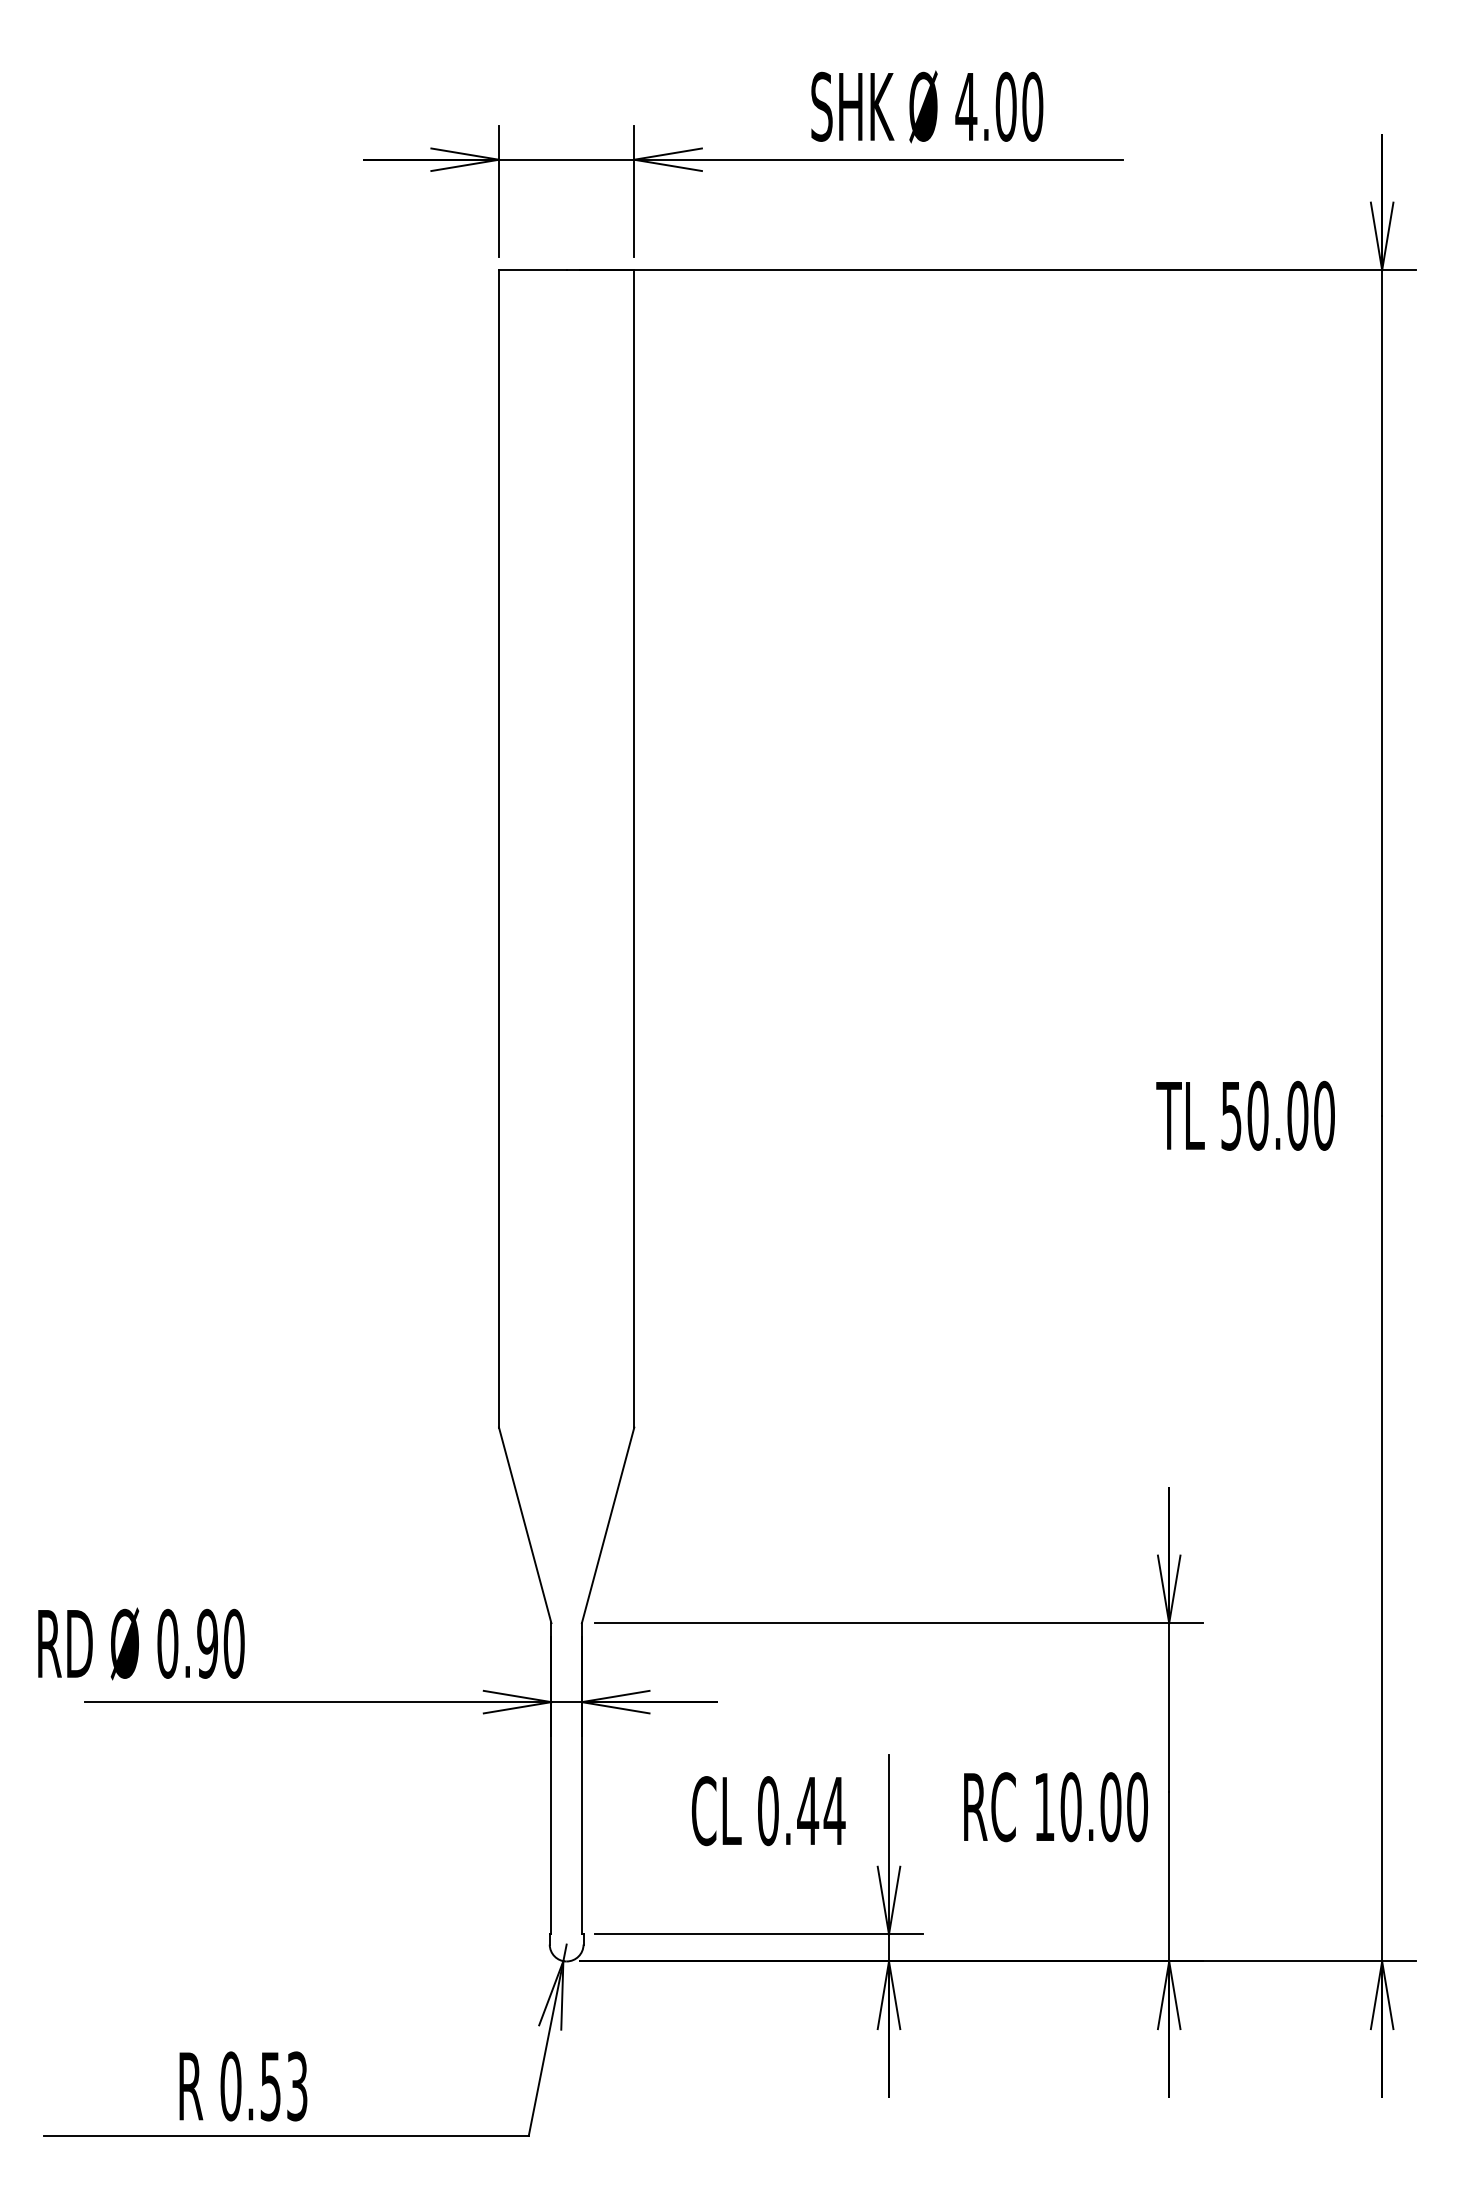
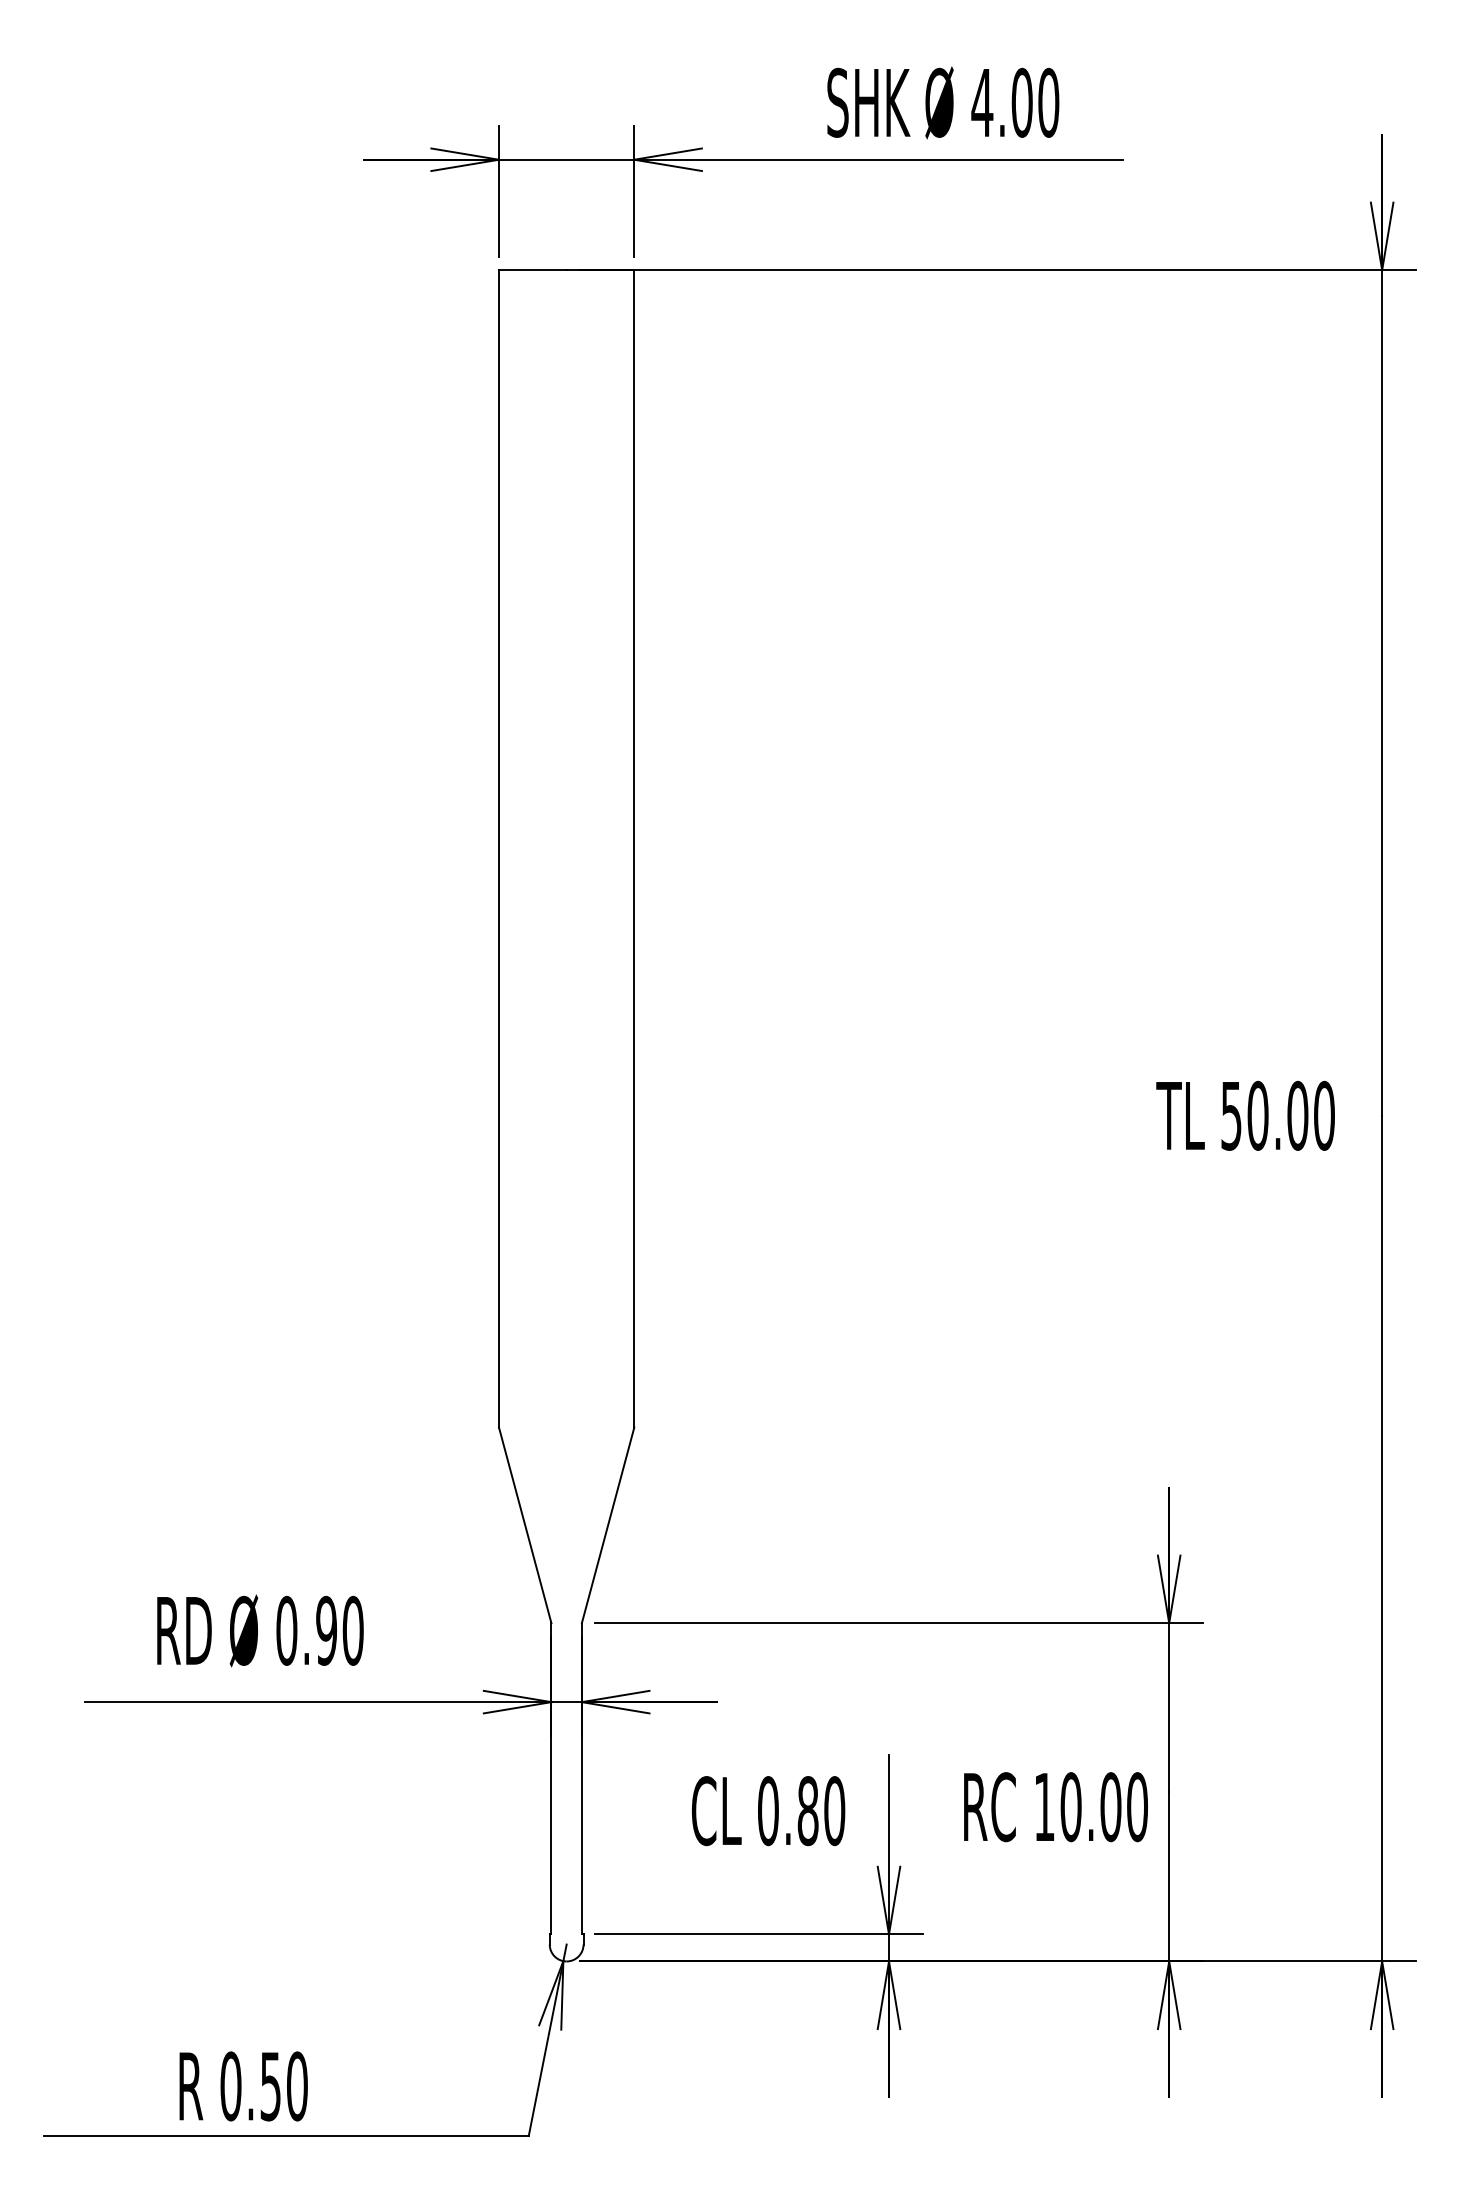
text at (927, 106) position: (927, 106) -> (943, 102)
text at (141, 1643) position: (141, 1643) -> (260, 1630)
text at (821, 1811): 0.44 -> 0.80
text at (297, 2086): 0.53 -> 0.50
